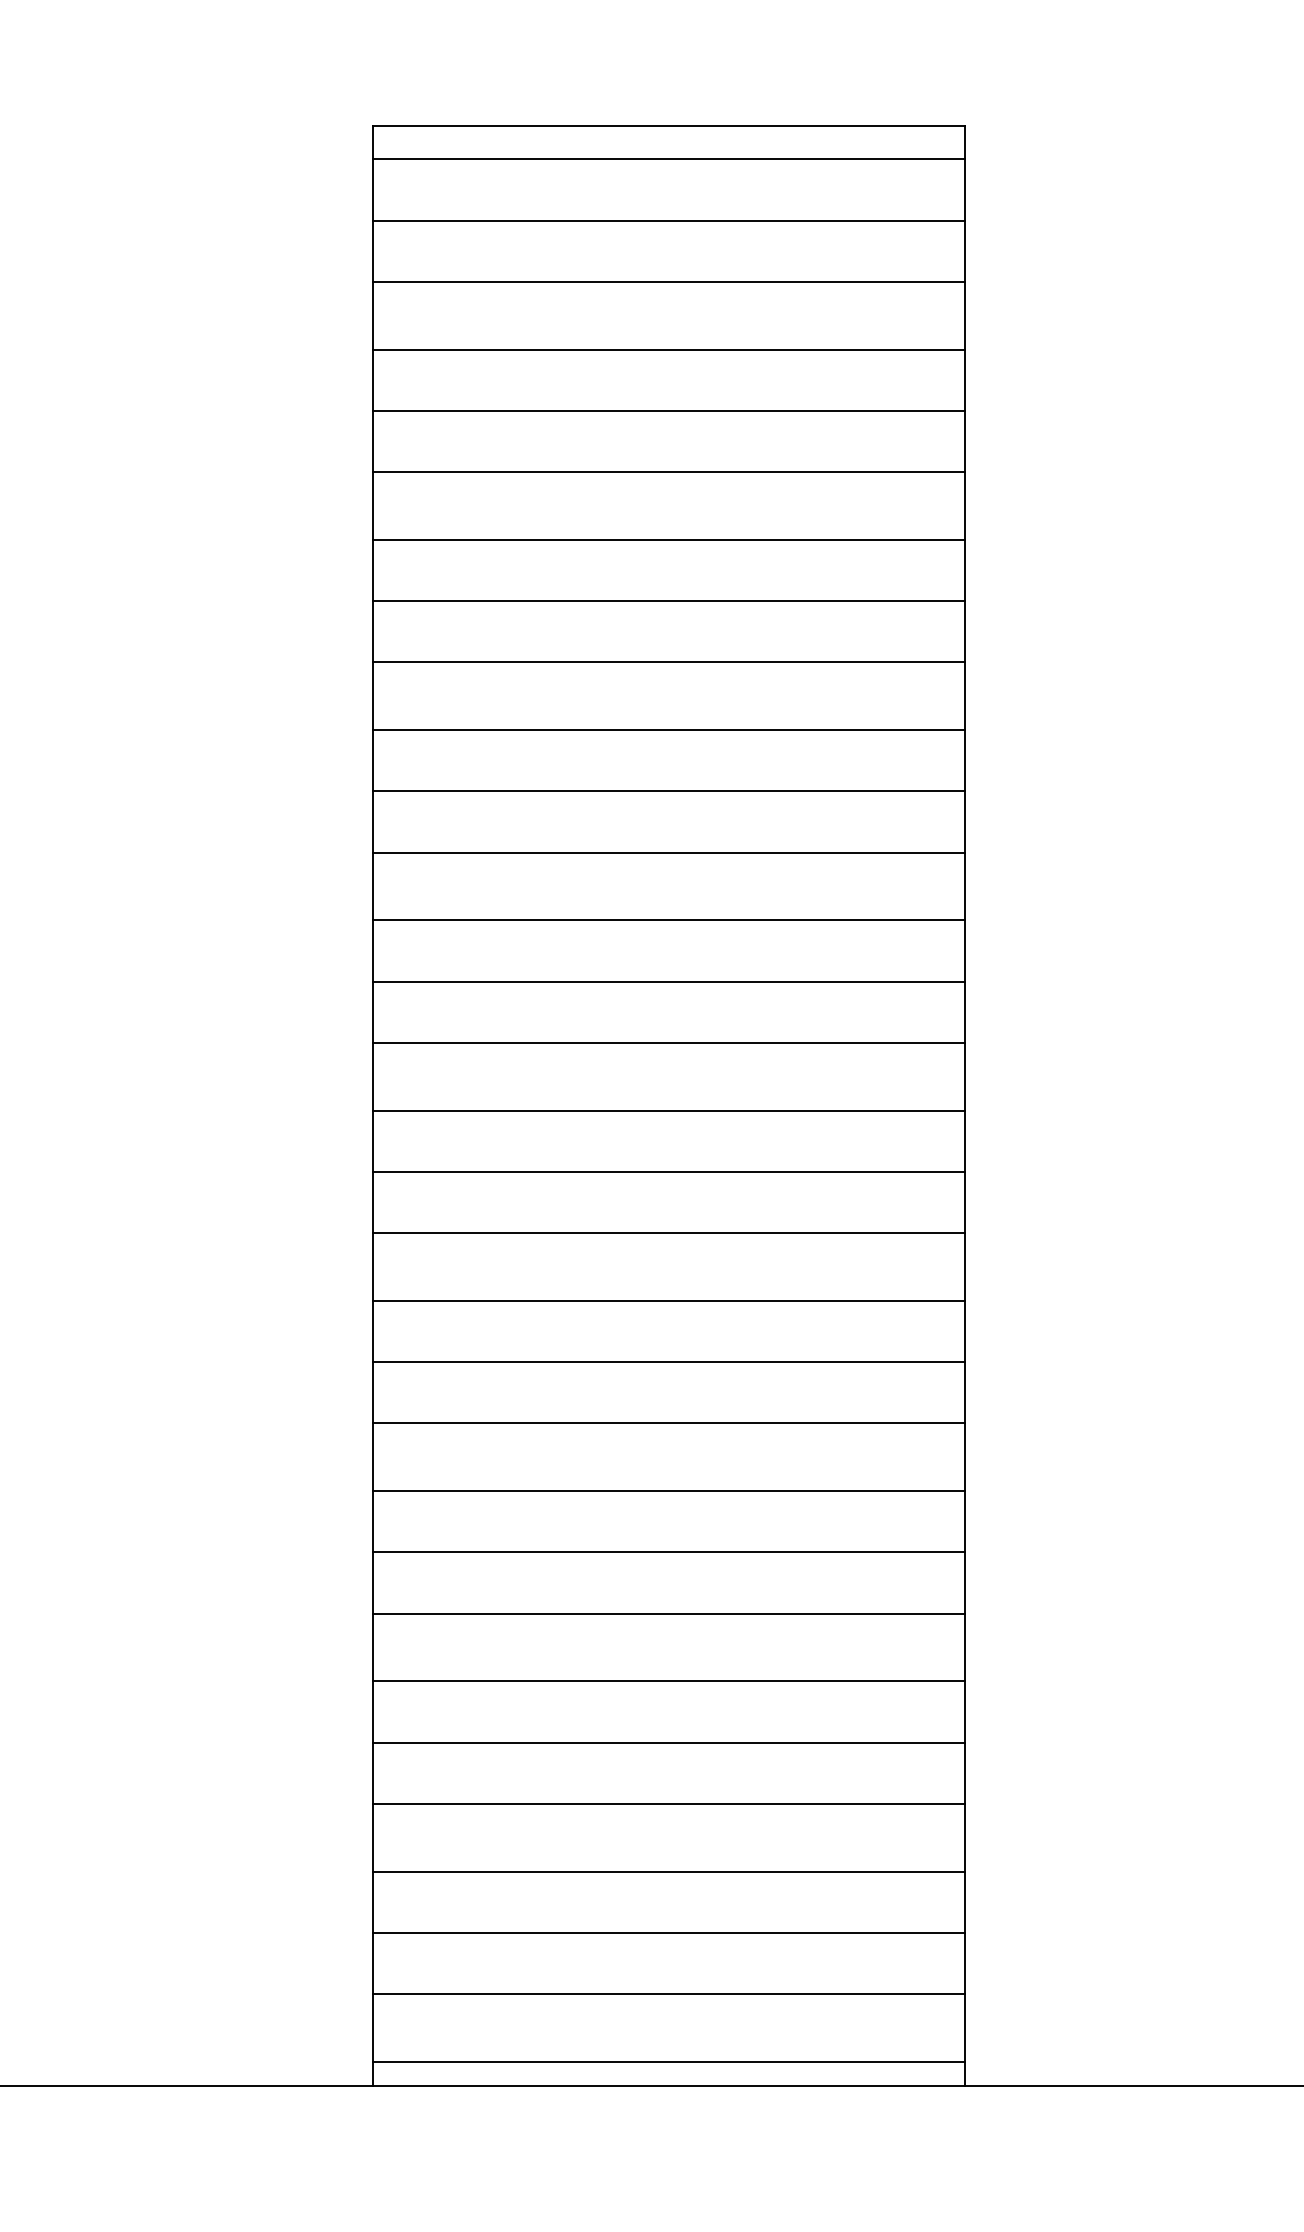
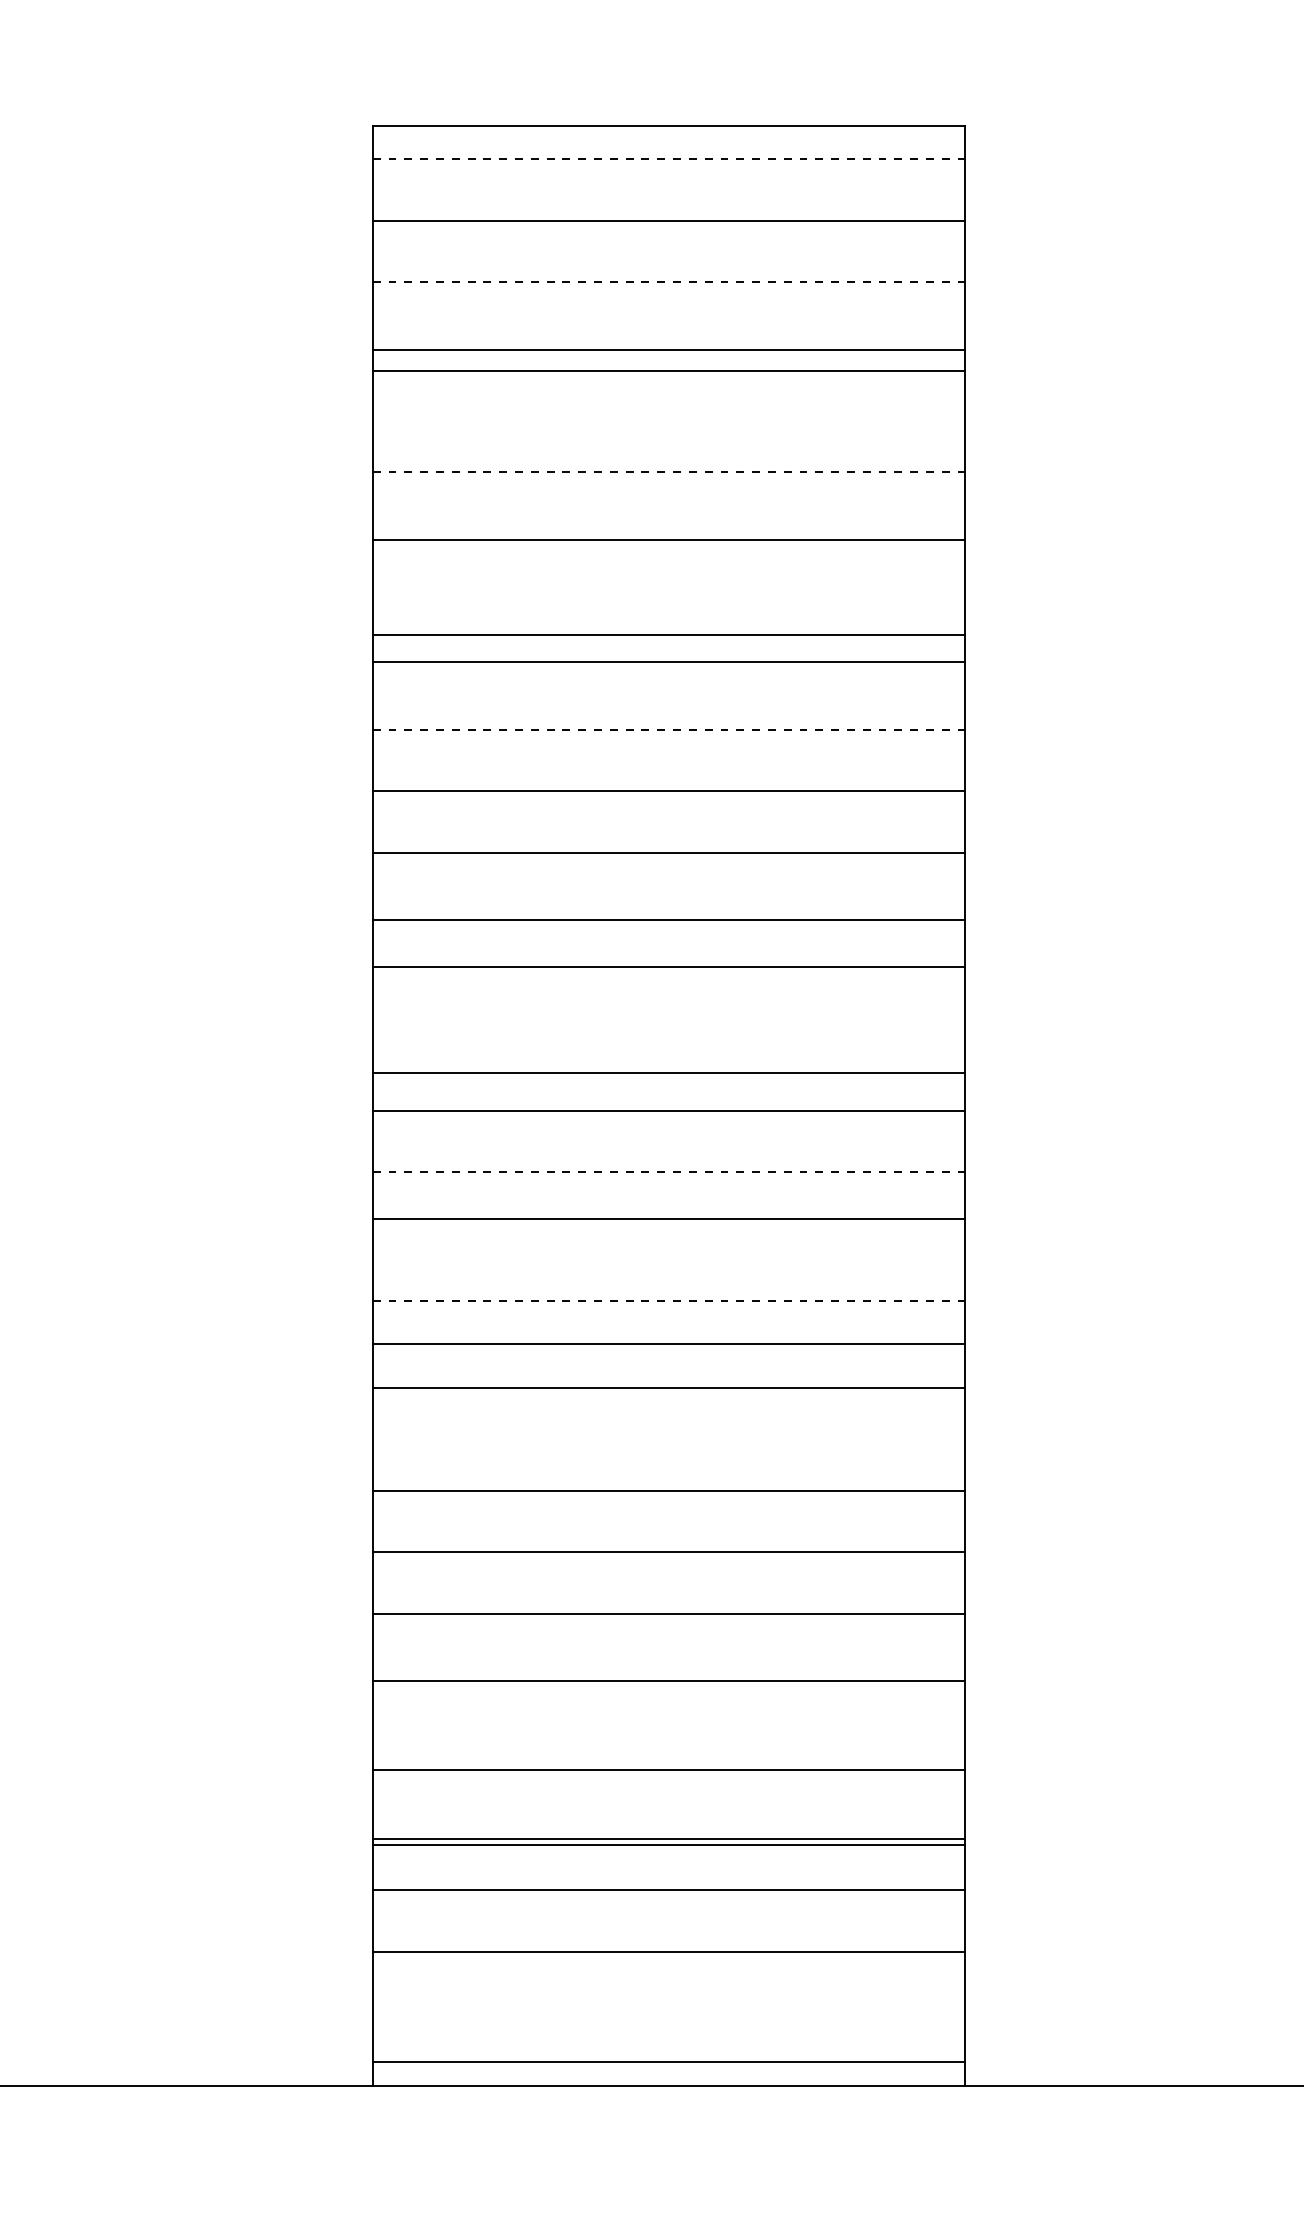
line at (669, 159): solid -> dashed
line at (669, 281): solid -> dashed
line at (668, 410) position: (668, 410) -> (668, 370)
line at (669, 472): solid -> dashed
line at (668, 601) position: (668, 601) -> (668, 635)
line at (669, 730): solid -> dashed
line at (668, 981) position: (668, 981) -> (668, 966)
line at (668, 1042) position: (668, 1042) -> (668, 1072)
line at (669, 1171): solid -> dashed
line at (668, 1233) position: (668, 1233) -> (668, 1219)
line at (669, 1300): solid -> dashed
line at (668, 1362) position: (668, 1362) -> (668, 1344)
line at (668, 1423) position: (668, 1423) -> (668, 1388)
line at (668, 1742) position: (668, 1742) -> (668, 1769)
line at (668, 1803) position: (668, 1803) -> (668, 1844)
line at (668, 1871) position: (668, 1871) -> (668, 1838)
line at (668, 1932) position: (668, 1932) -> (668, 1889)
line at (668, 1994) position: (668, 1994) -> (668, 1952)
